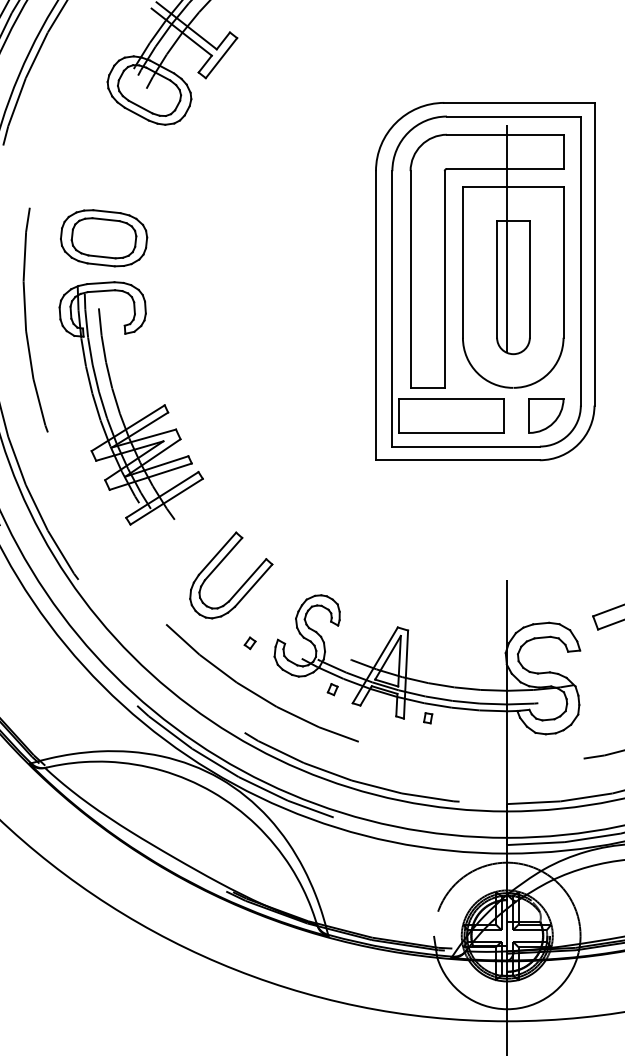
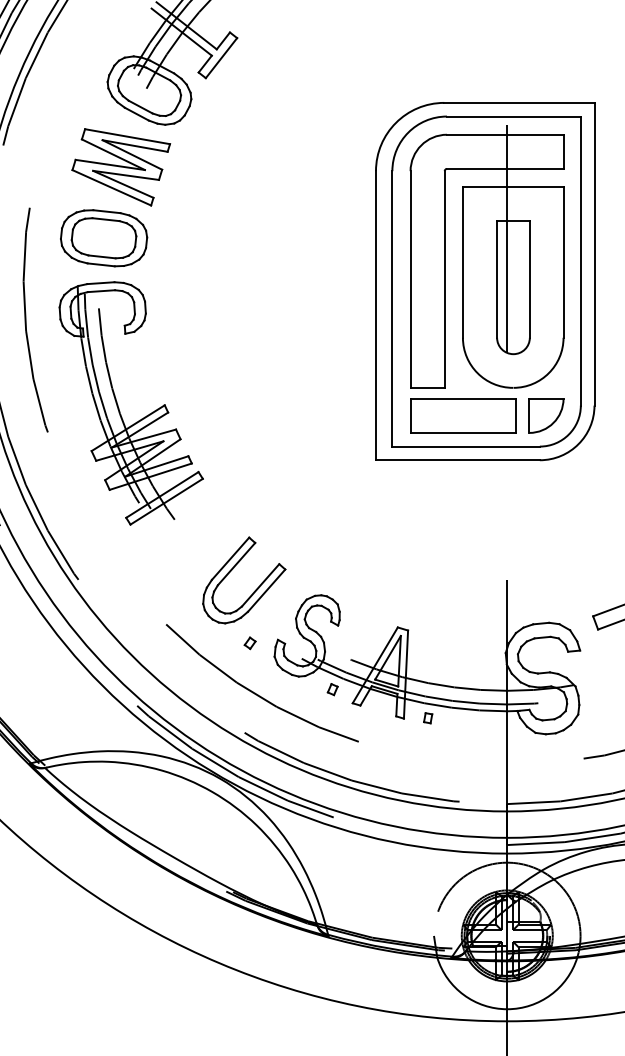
part at (121, 167): none -> present
part at (451, 415) position: (451, 415) -> (463, 415)
part at (241, 585) position: (241, 585) -> (254, 590)
